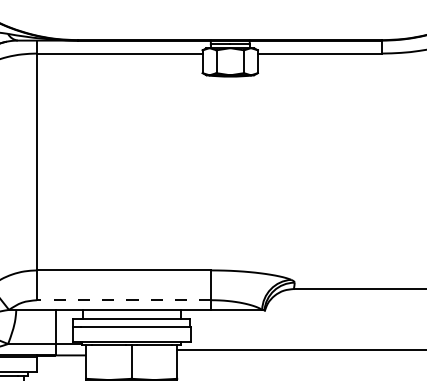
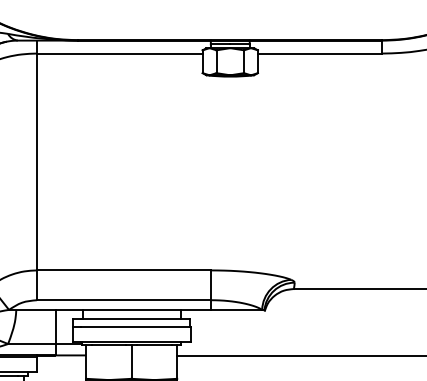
line at (123, 300): dashed -> solid
line at (300, 349) position: (300, 349) -> (300, 355)
